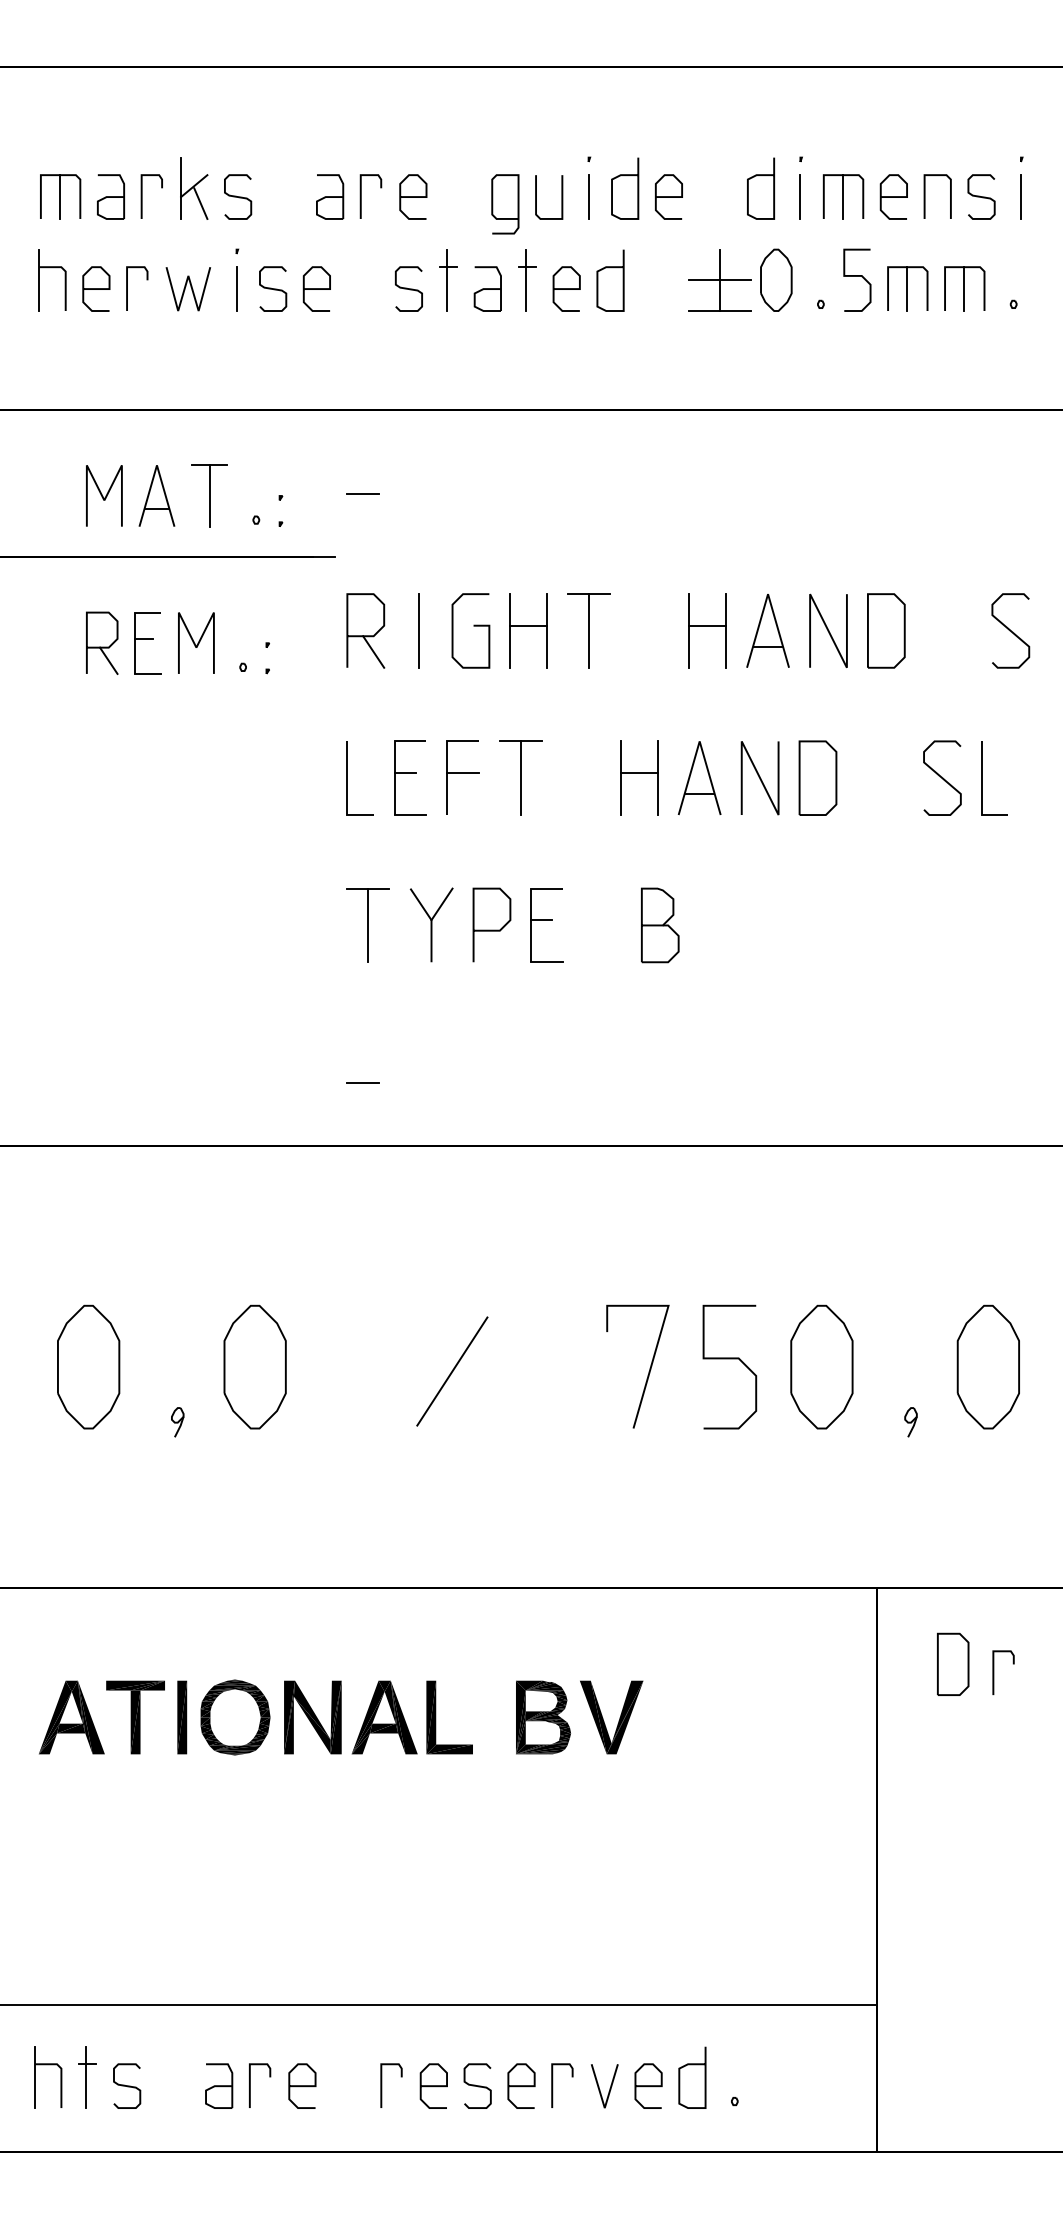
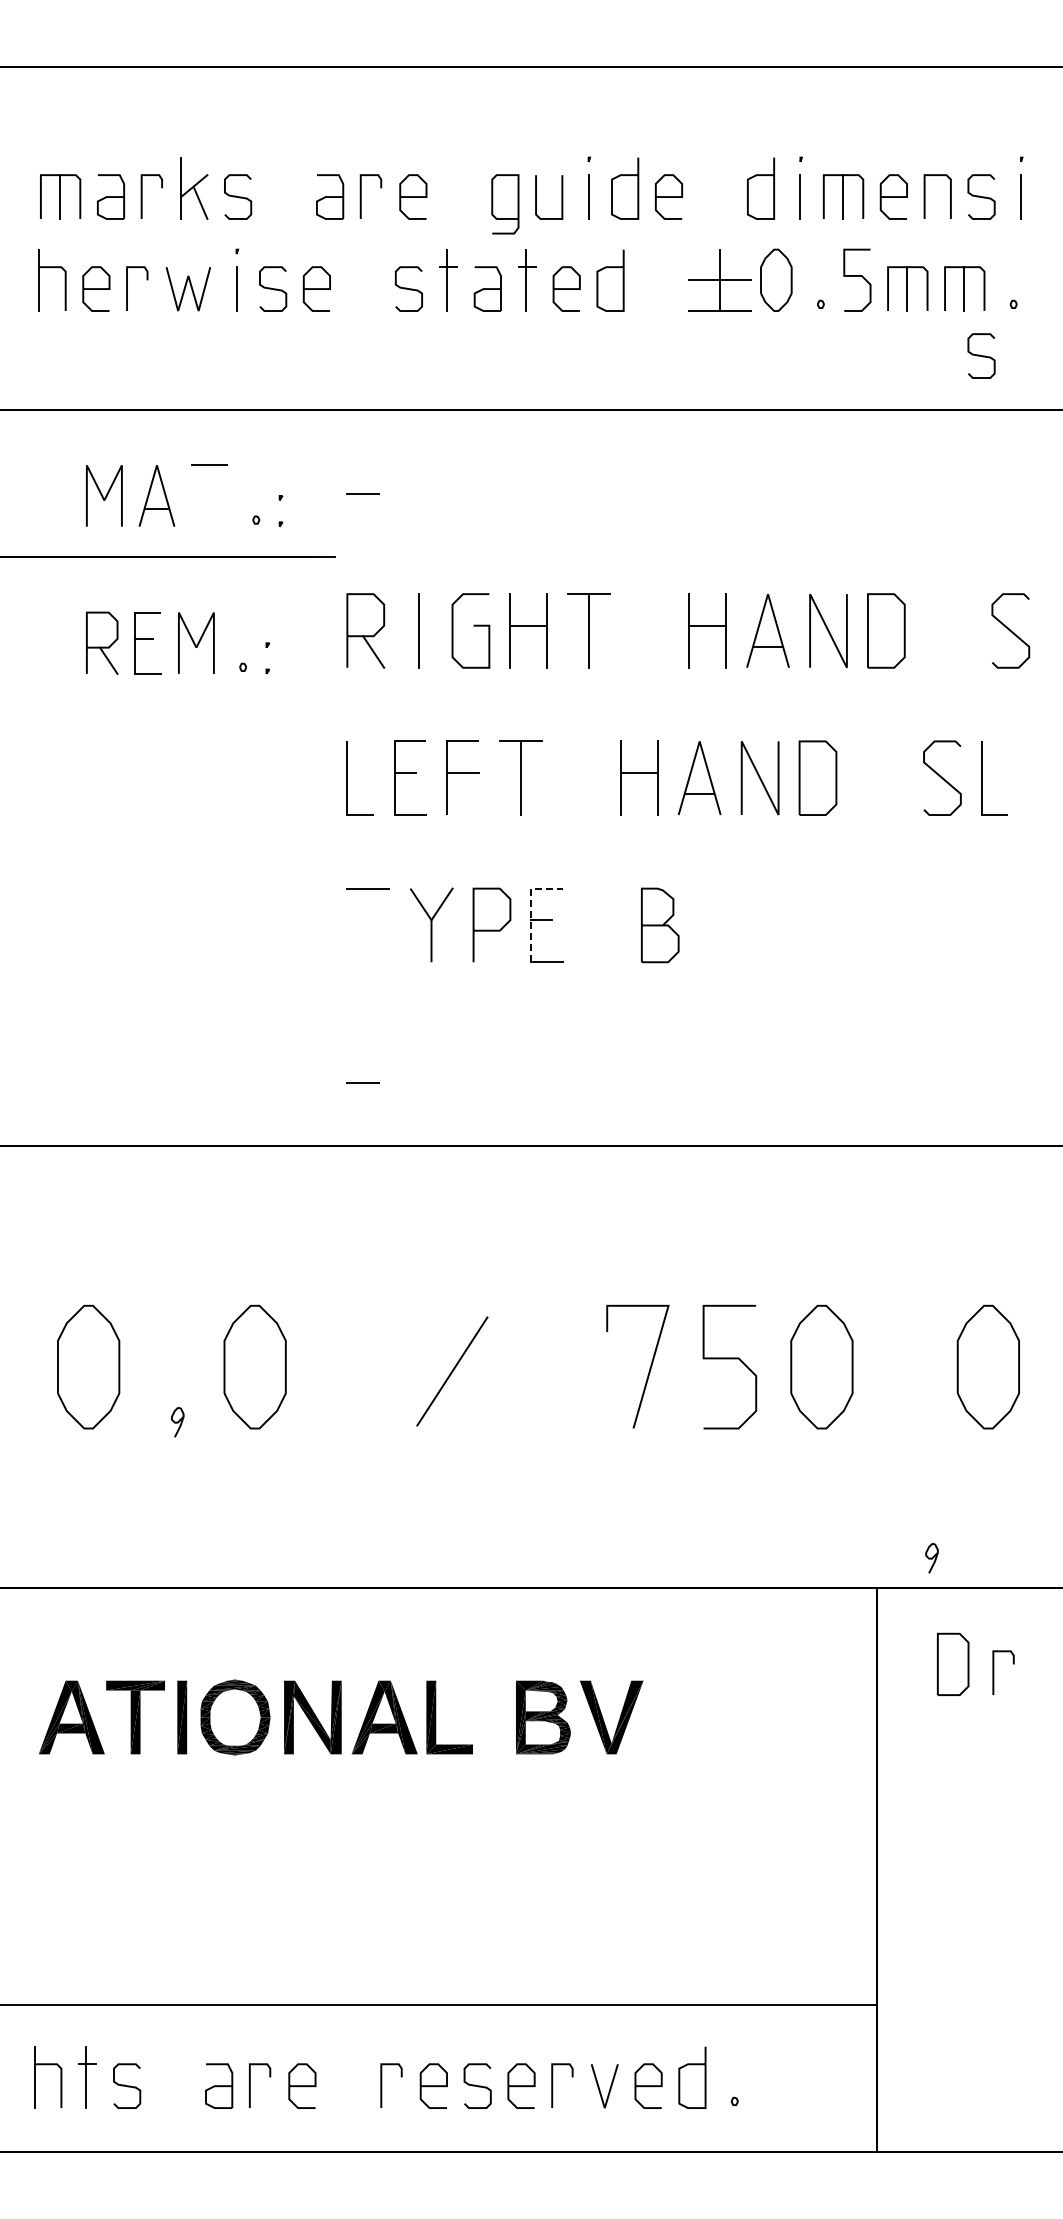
curve at (981, 355): none -> present
line at (209, 495): present -> none
line at (531, 908): solid -> dashed
line at (368, 925): present -> none
part at (910, 1422) position: (910, 1422) -> (931, 1558)
